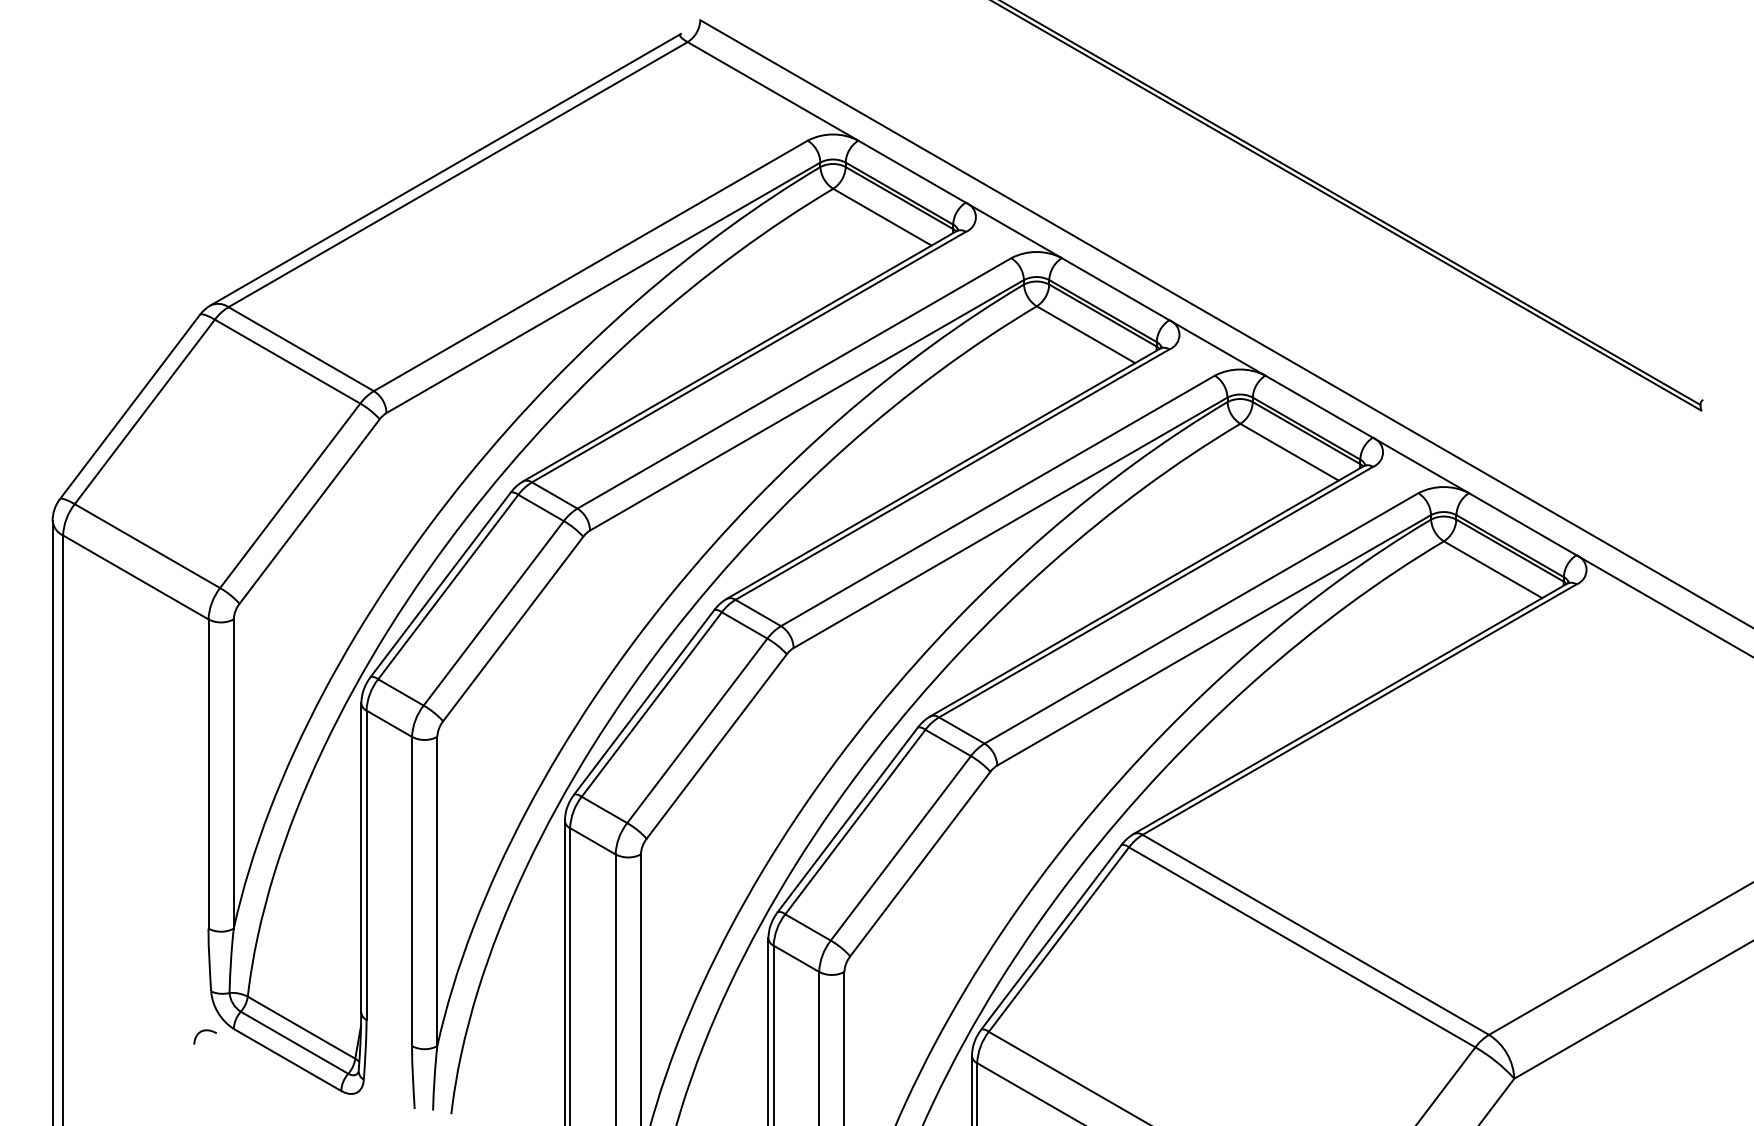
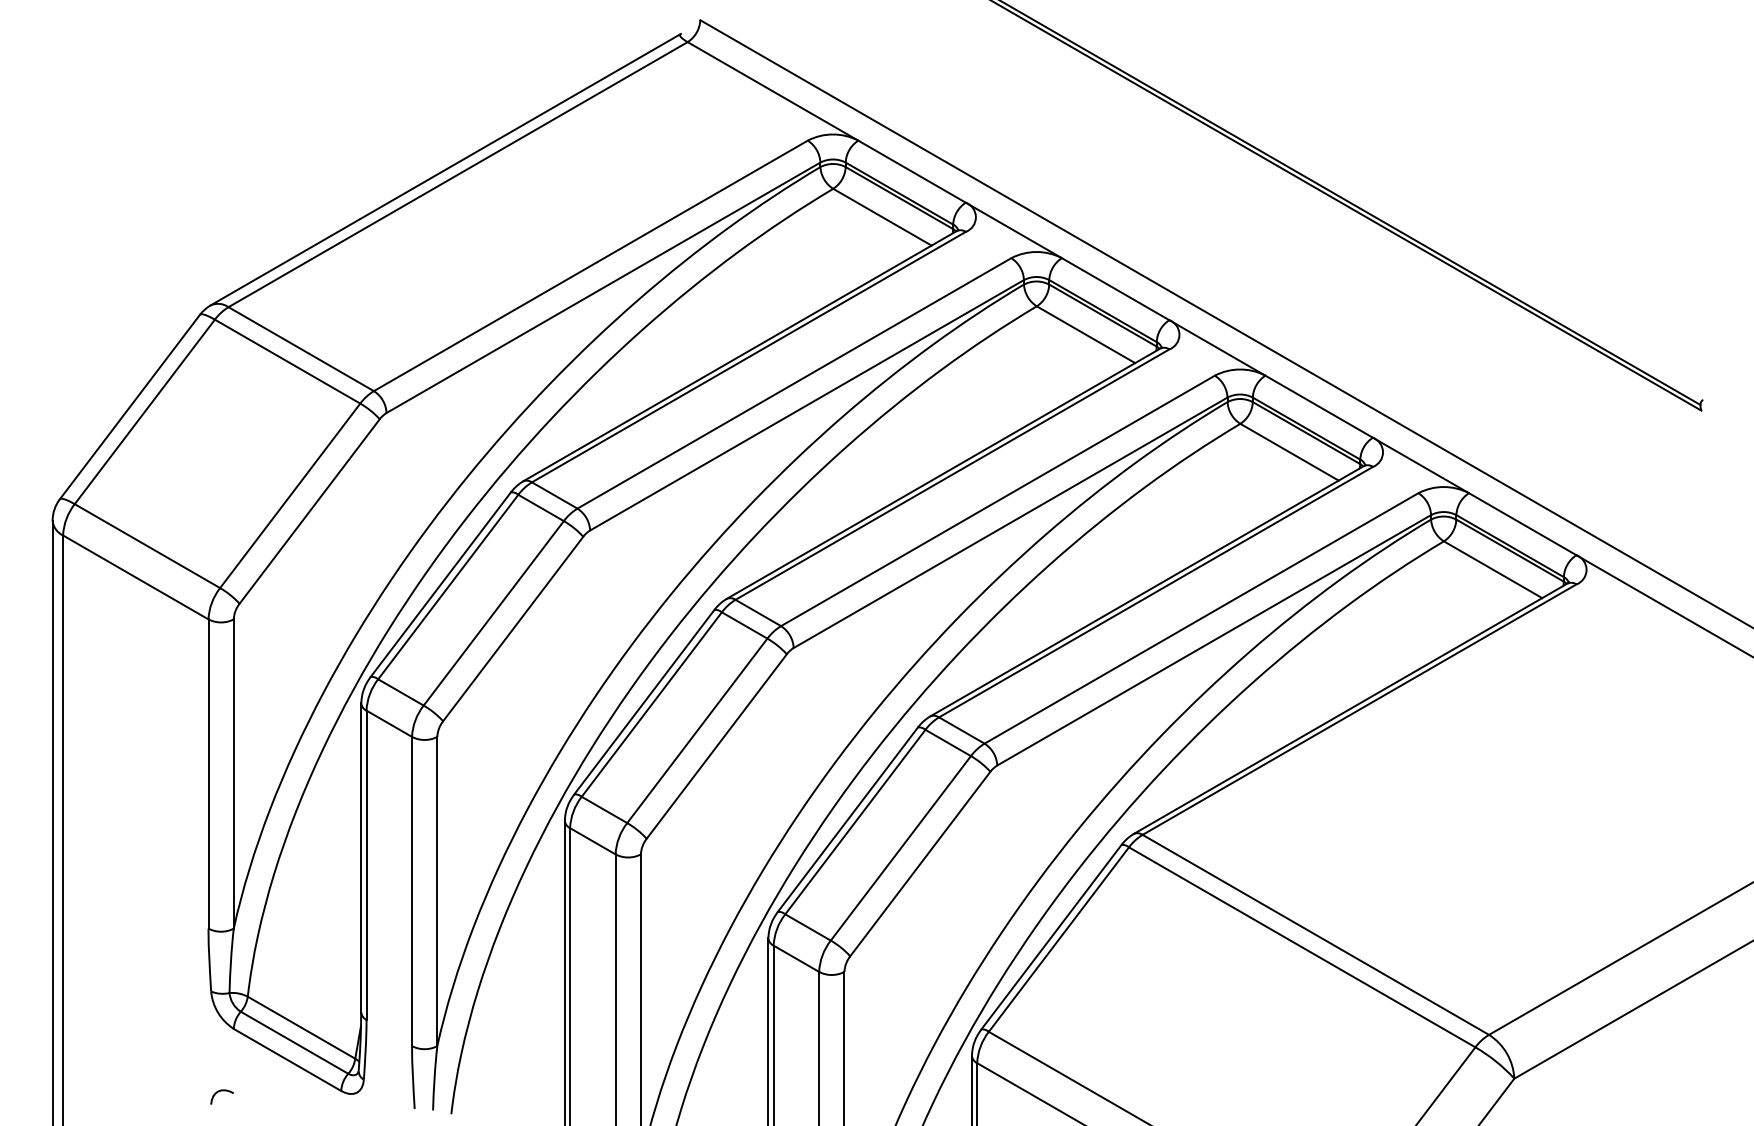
curve at (204, 1031) position: (204, 1031) -> (221, 1091)
